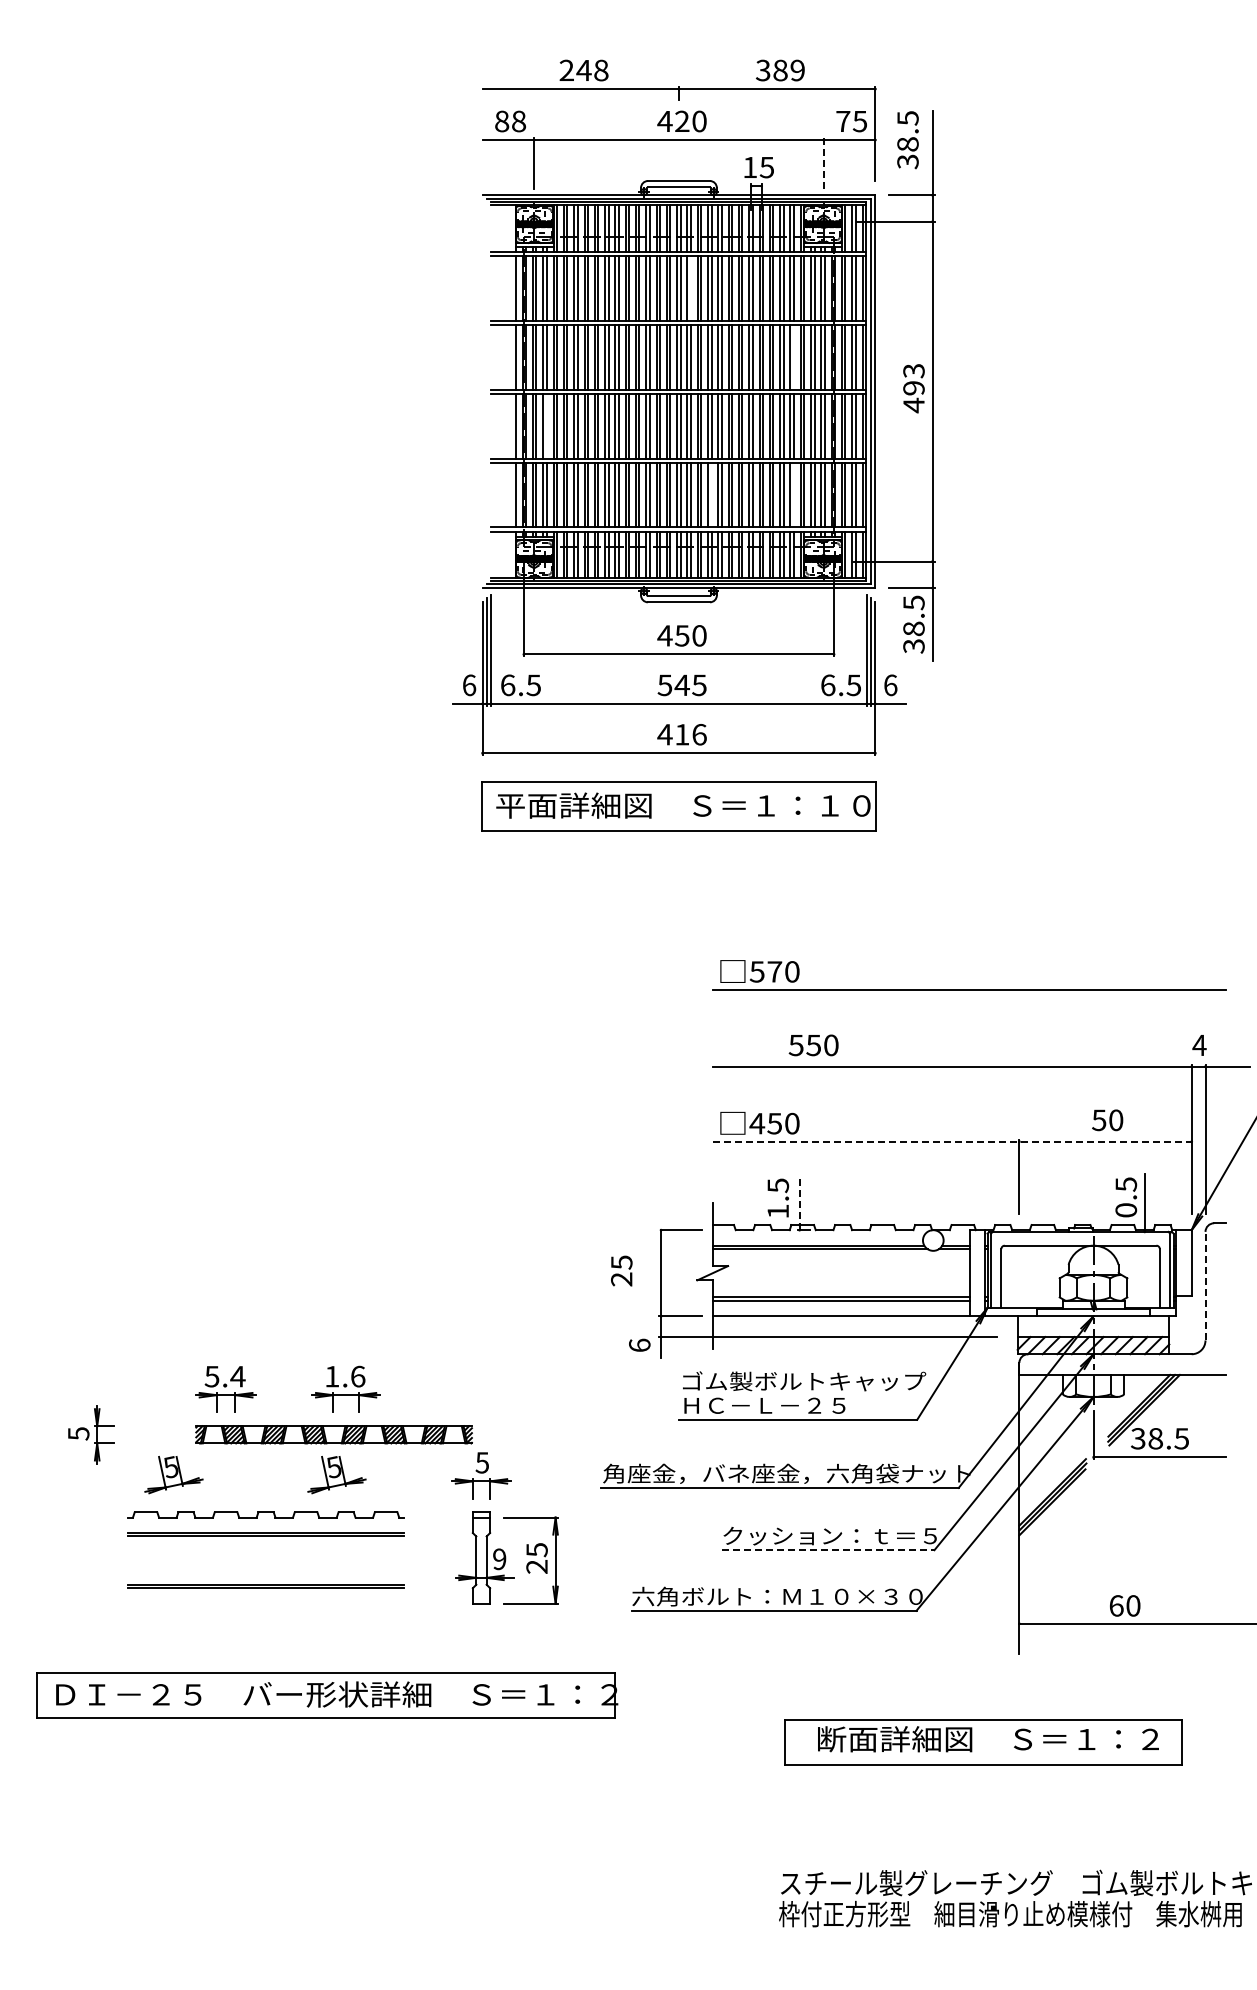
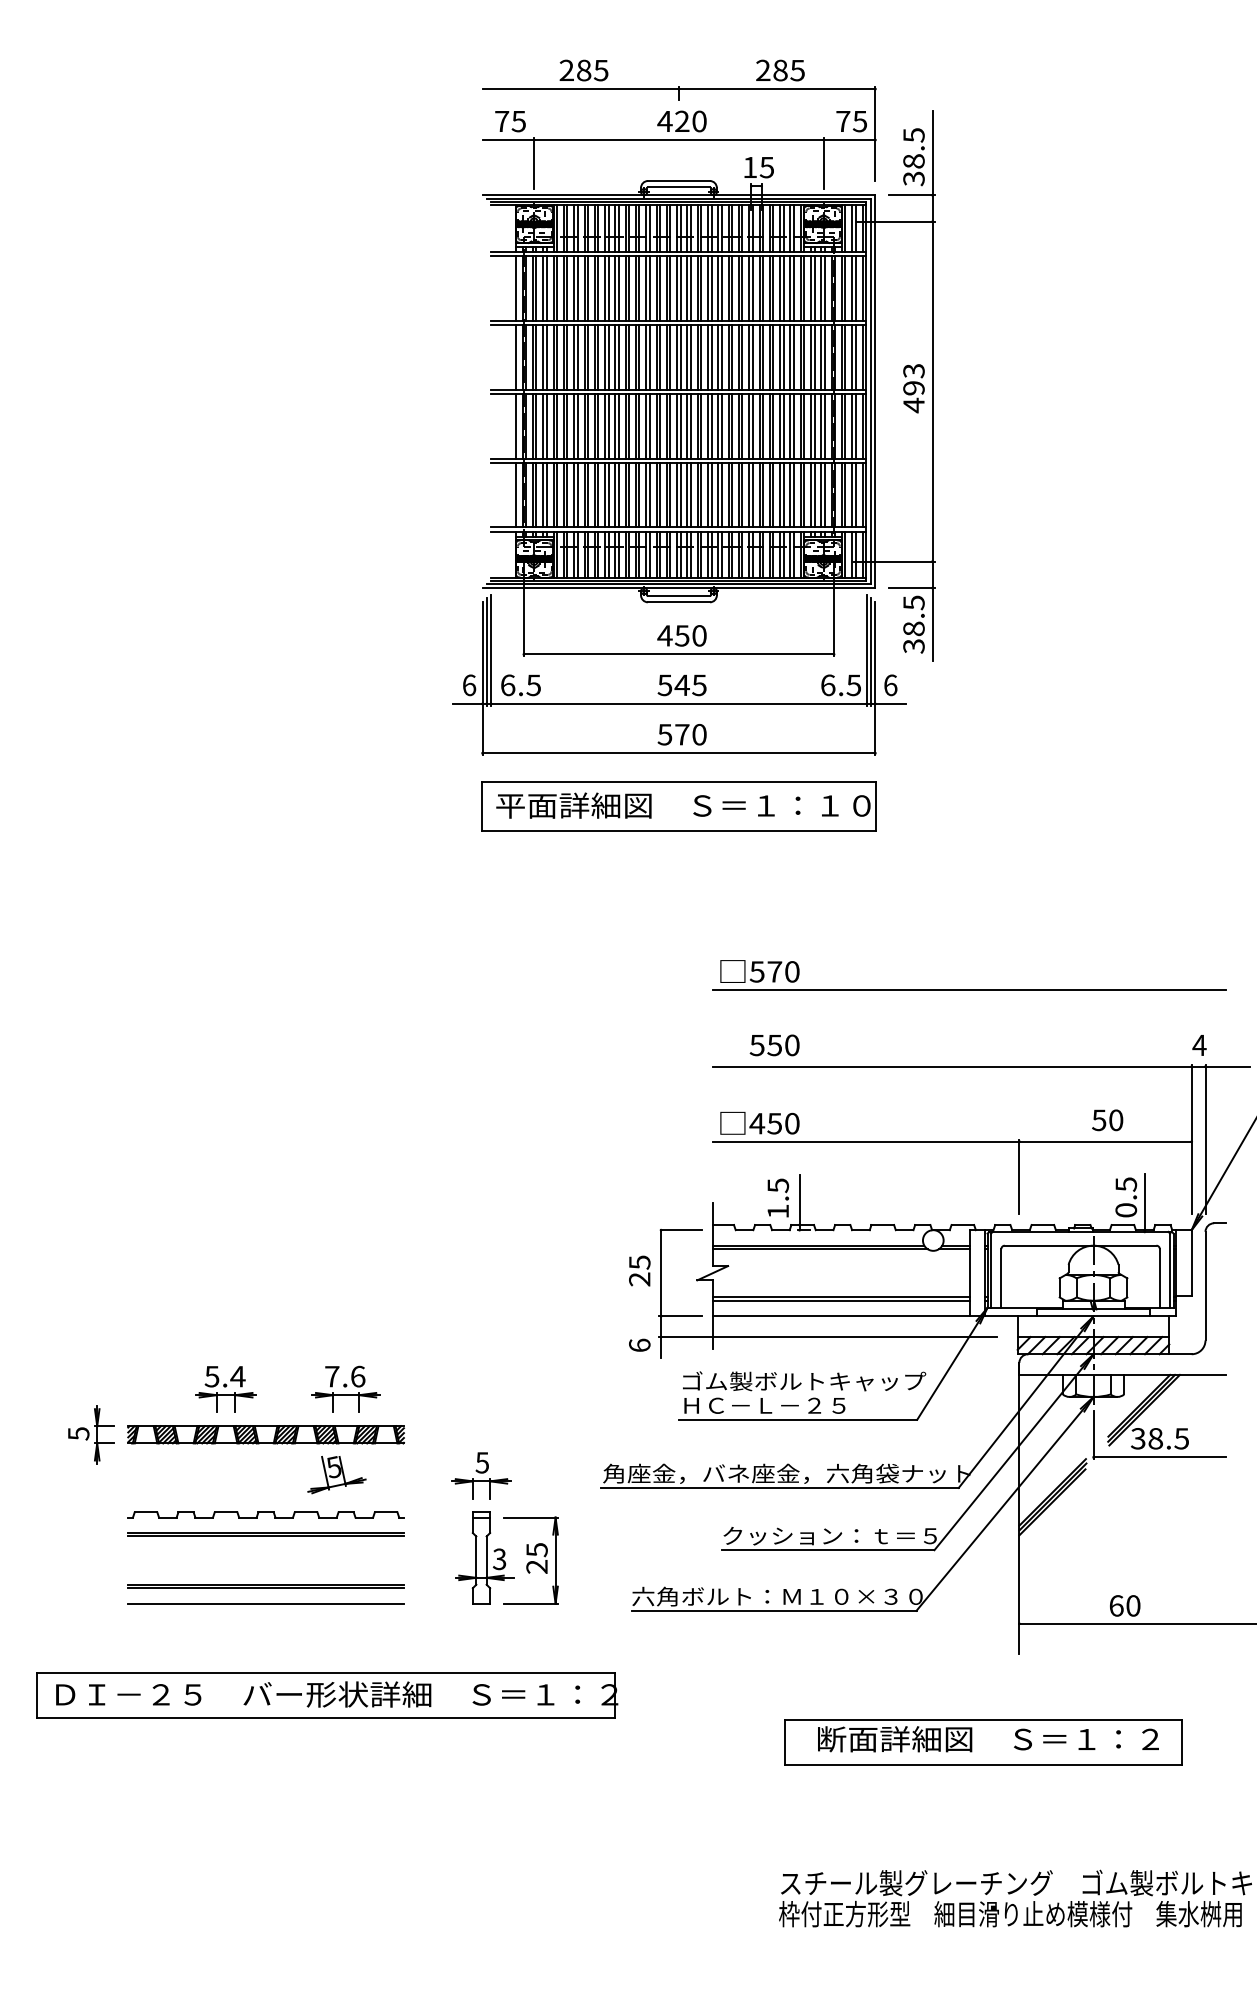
text at (592, 70): 248 -> 285
text at (779, 70): 389 -> 285
text at (510, 121): 88 -> 75
text at (907, 140) position: (907, 140) -> (913, 157)
line at (823, 163): dashed -> solid
line at (690, 287): none -> present
line at (793, 356): none -> present
line at (546, 425): none -> present
line at (711, 494): none -> present
line at (793, 494): none -> present
text at (681, 734): 416 -> 570
text at (813, 1045) position: (813, 1045) -> (774, 1045)
line at (952, 1141): dashed -> solid
line at (799, 1202): dashed -> solid
text at (621, 1270) position: (621, 1270) -> (639, 1270)
line at (1205, 1285): dashed -> solid
text at (332, 1376): 1.6 -> 7.6
part at (333, 1434) position: (333, 1434) -> (265, 1434)
part at (173, 1475): present -> none
line at (828, 1550): dashed -> solid
text at (499, 1559): 9 -> 3
line at (265, 1603): none -> present
